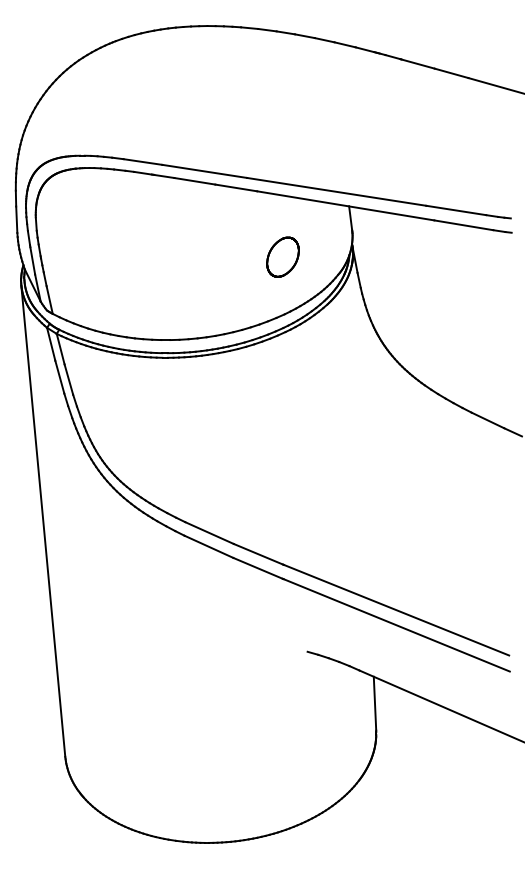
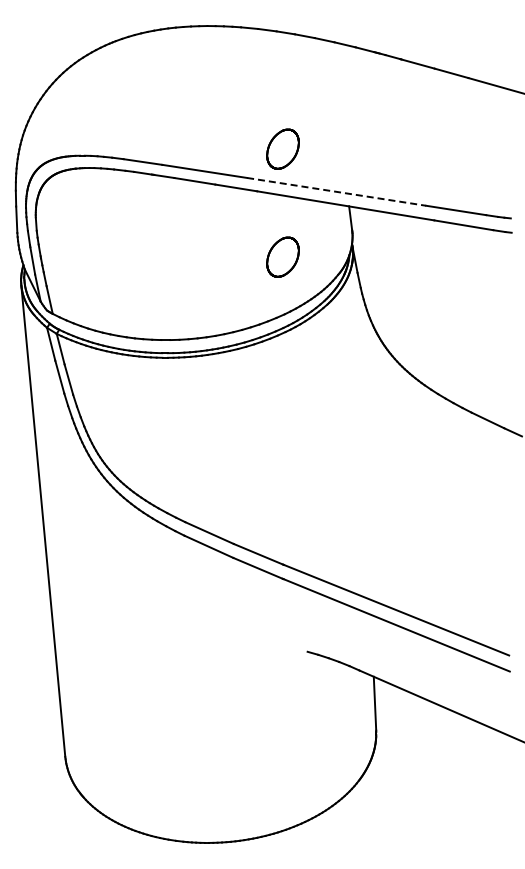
part at (282, 148): none -> present
line at (336, 191): solid -> dashed
